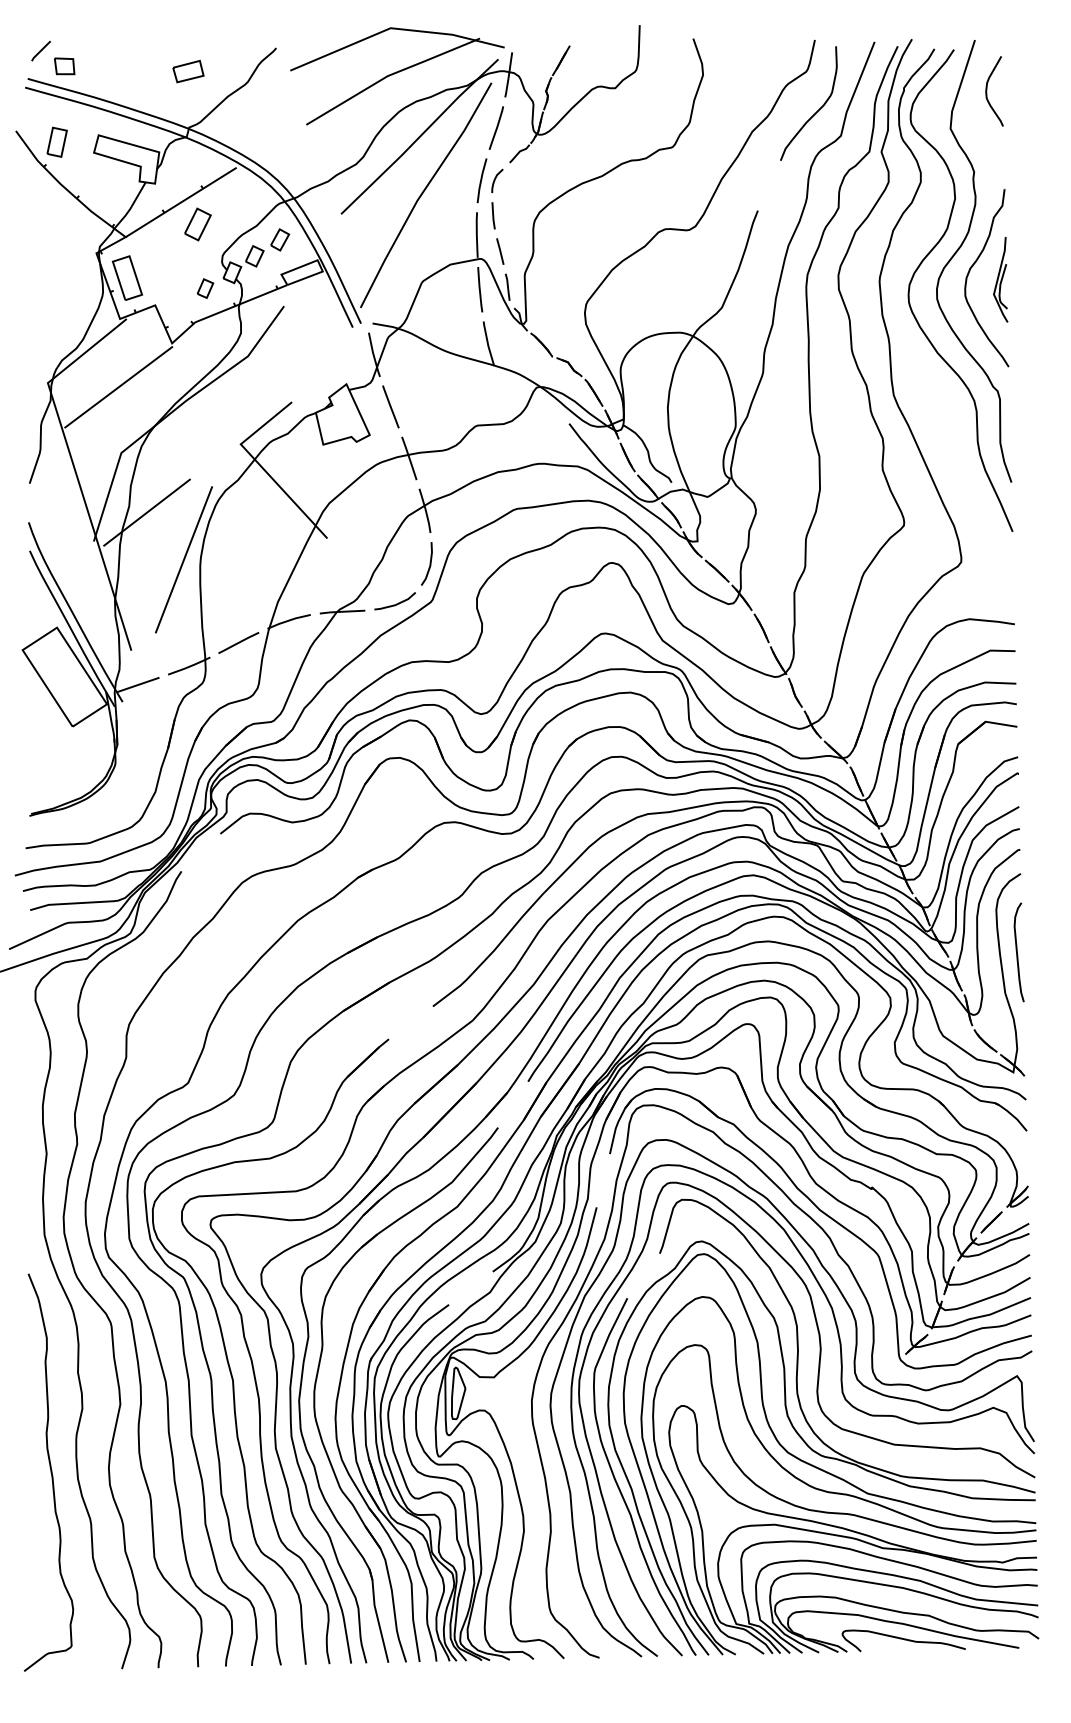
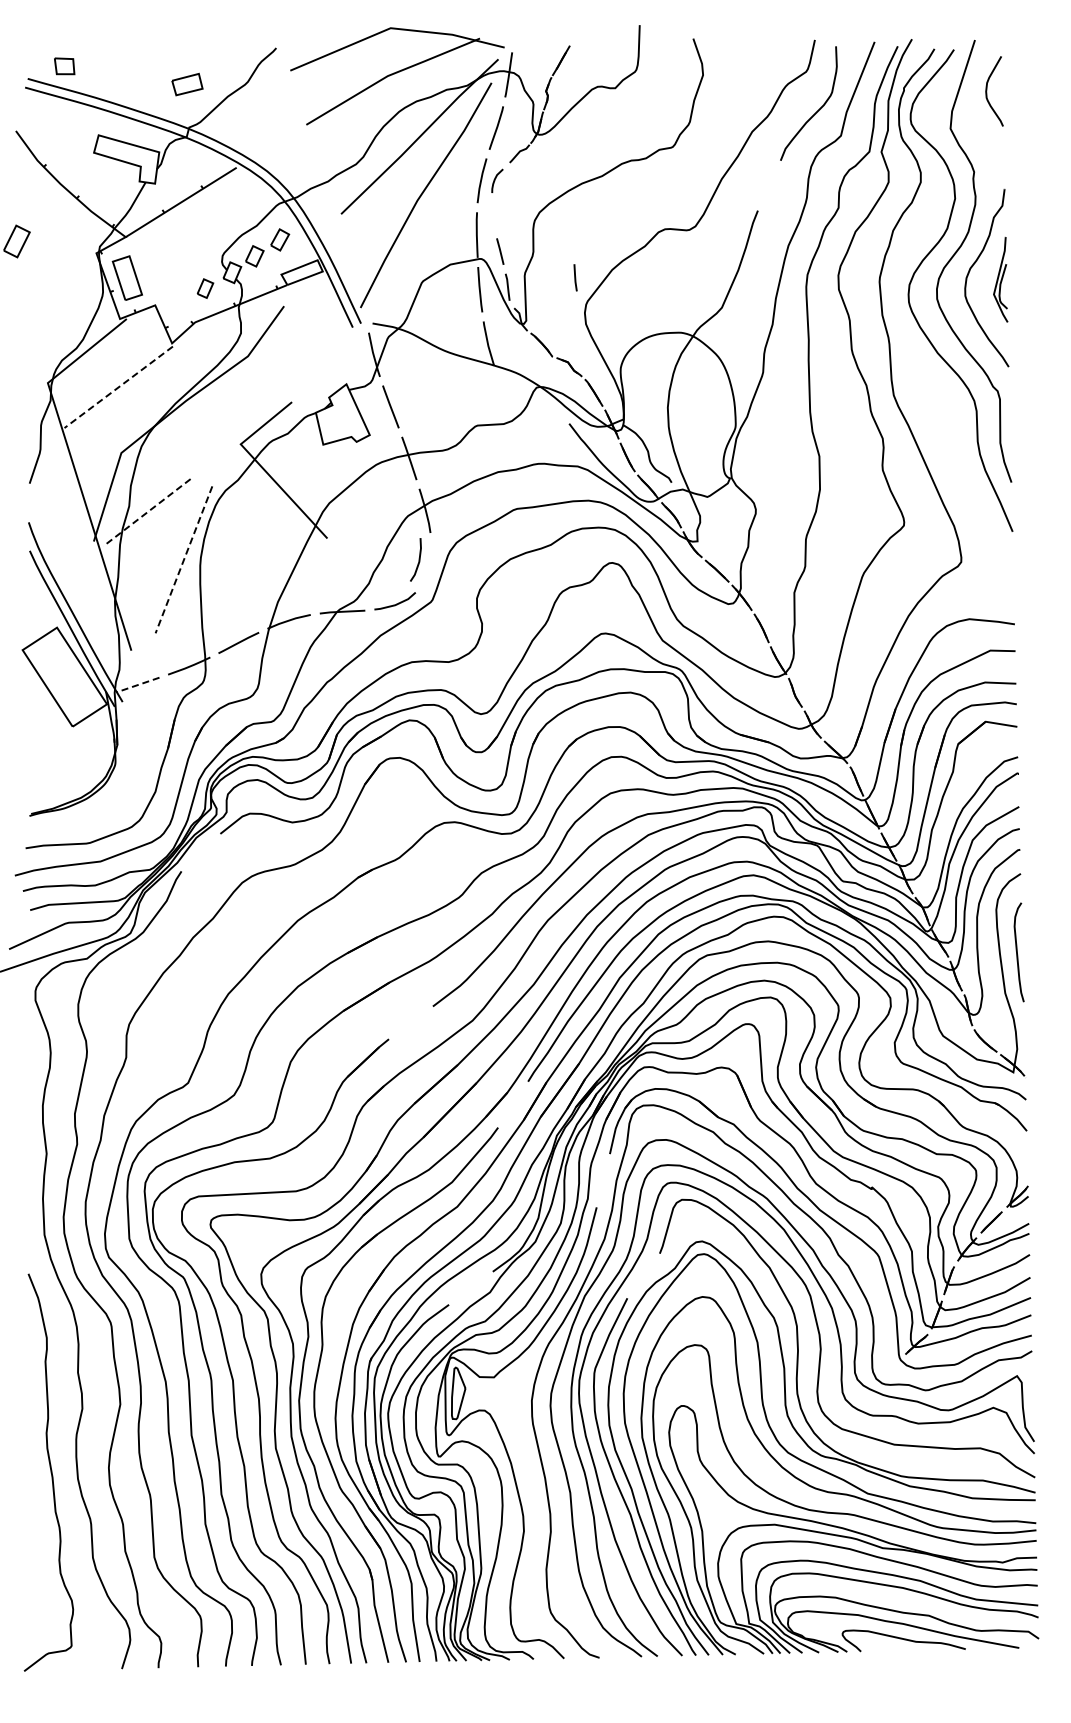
line at (40, 51): present -> none
part at (188, 71) position: (188, 71) -> (187, 84)
part at (56, 141): present -> none
line at (493, 215) position: (493, 215) -> (575, 277)
part at (197, 224) position: (197, 224) -> (16, 241)
line at (118, 387): solid -> dashed
line at (146, 513): solid -> dashed
line at (183, 559): solid -> dashed
line at (429, 563) position: (429, 563) -> (418, 559)
line at (138, 684): solid -> dashed
